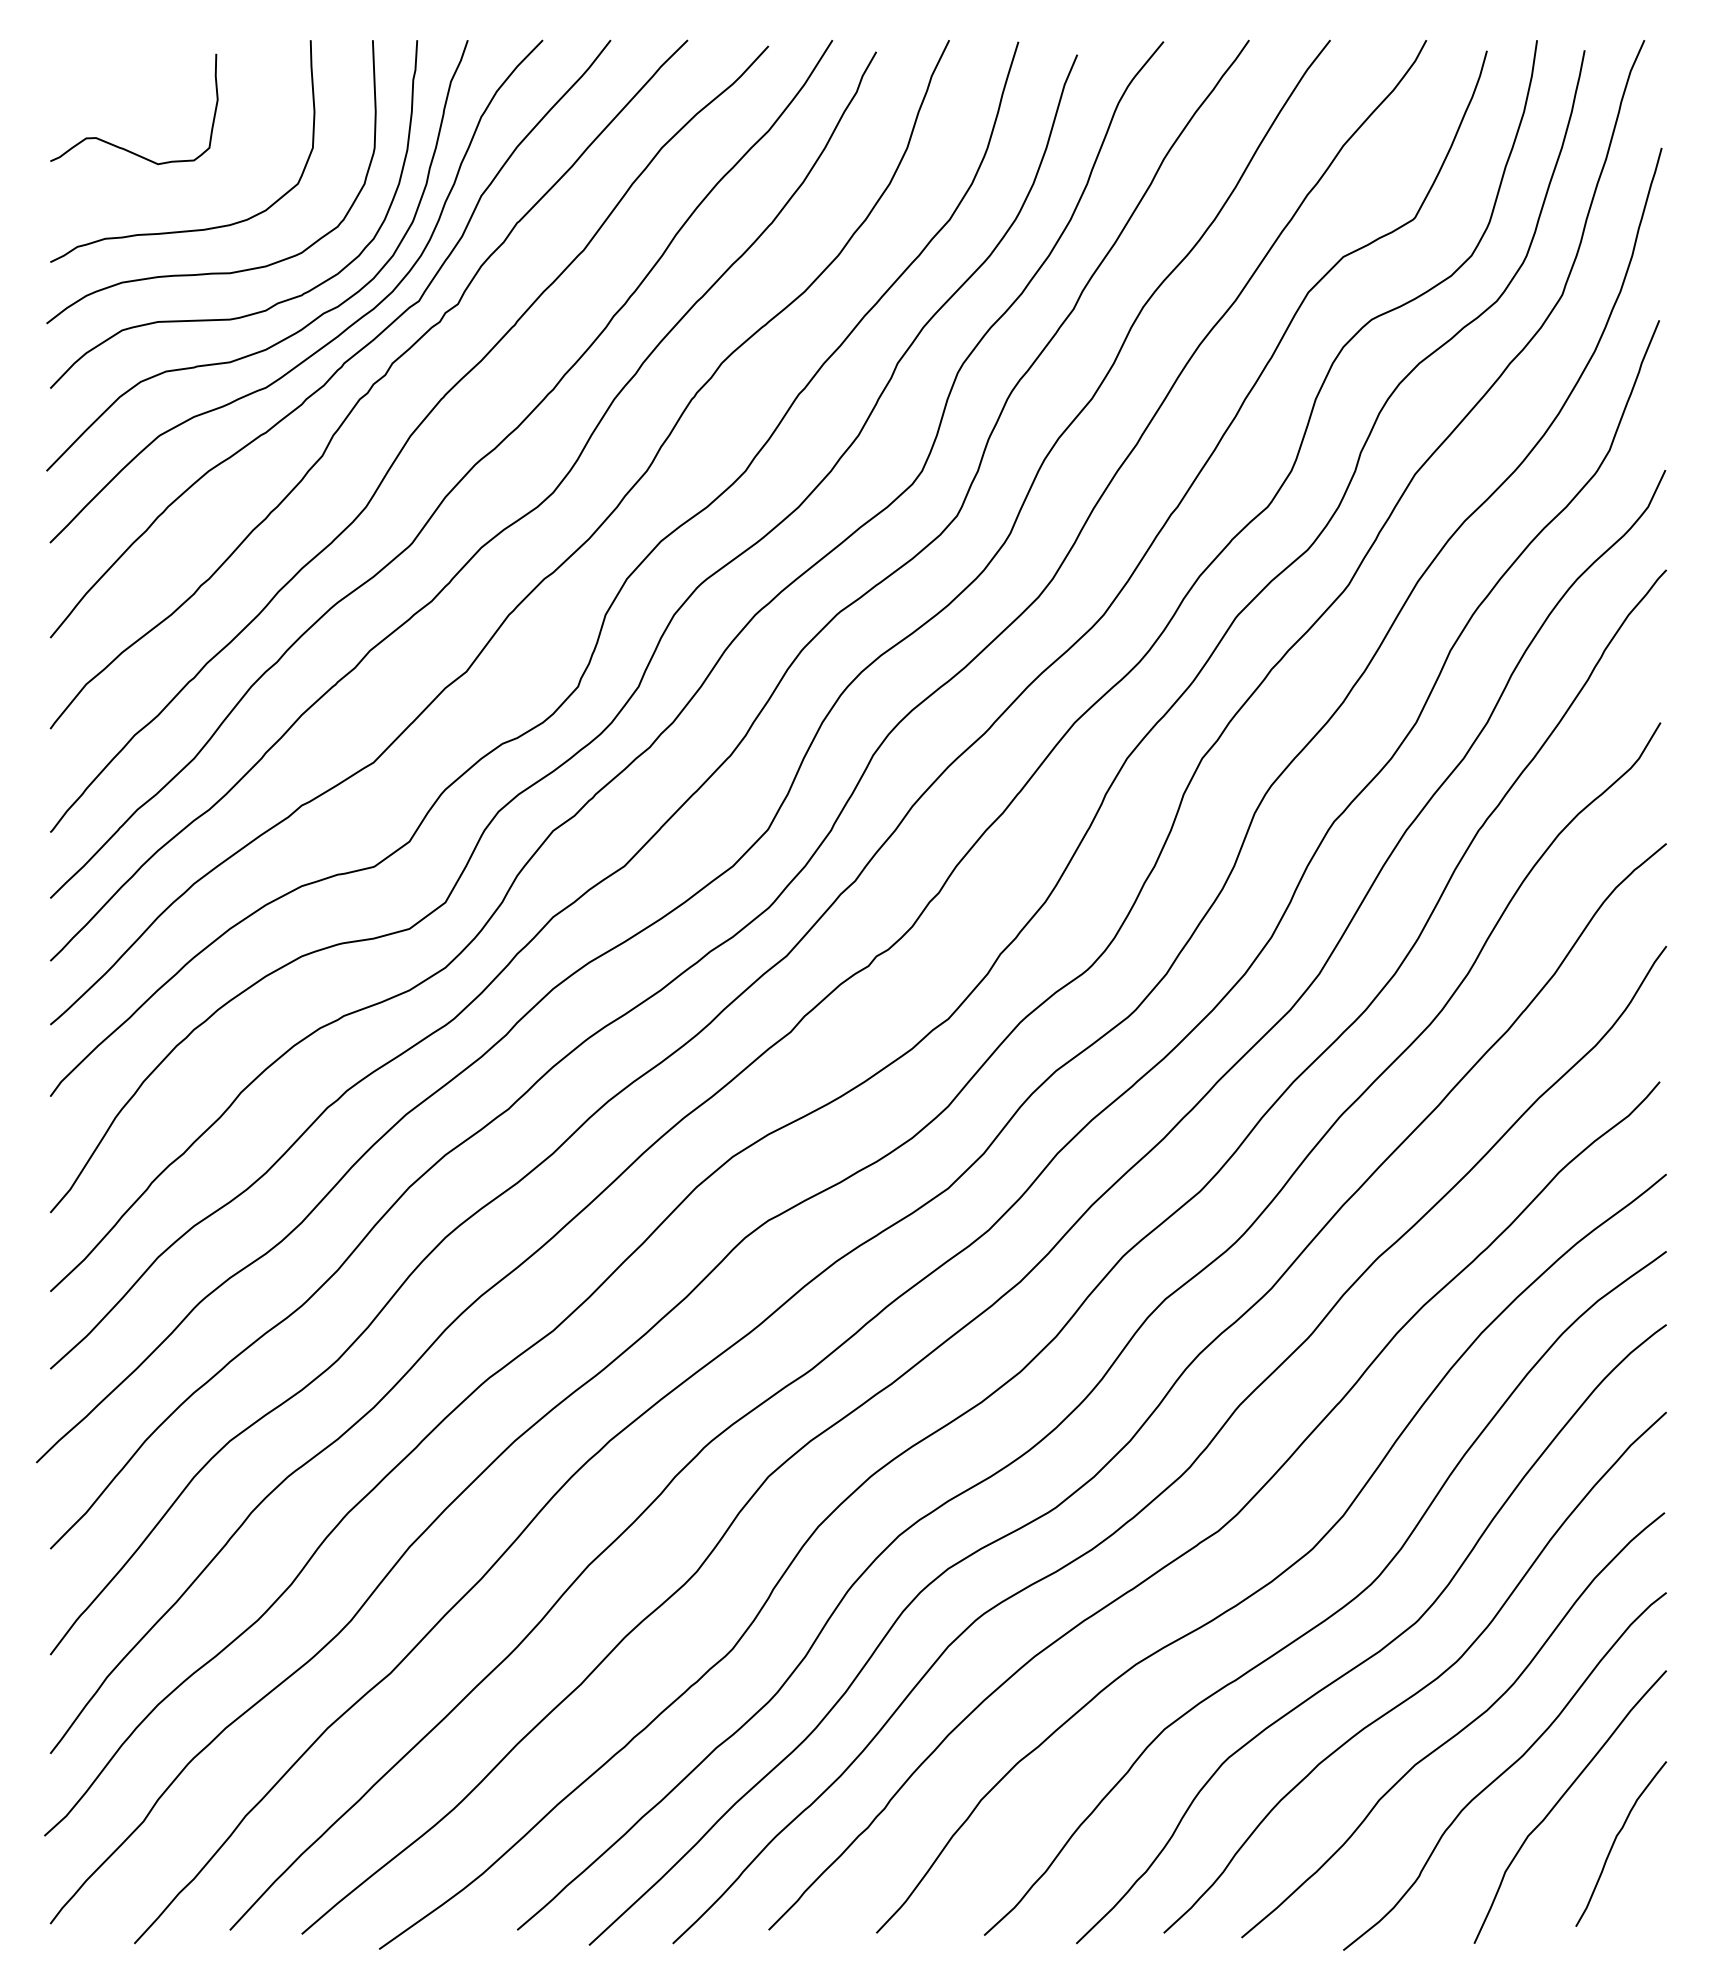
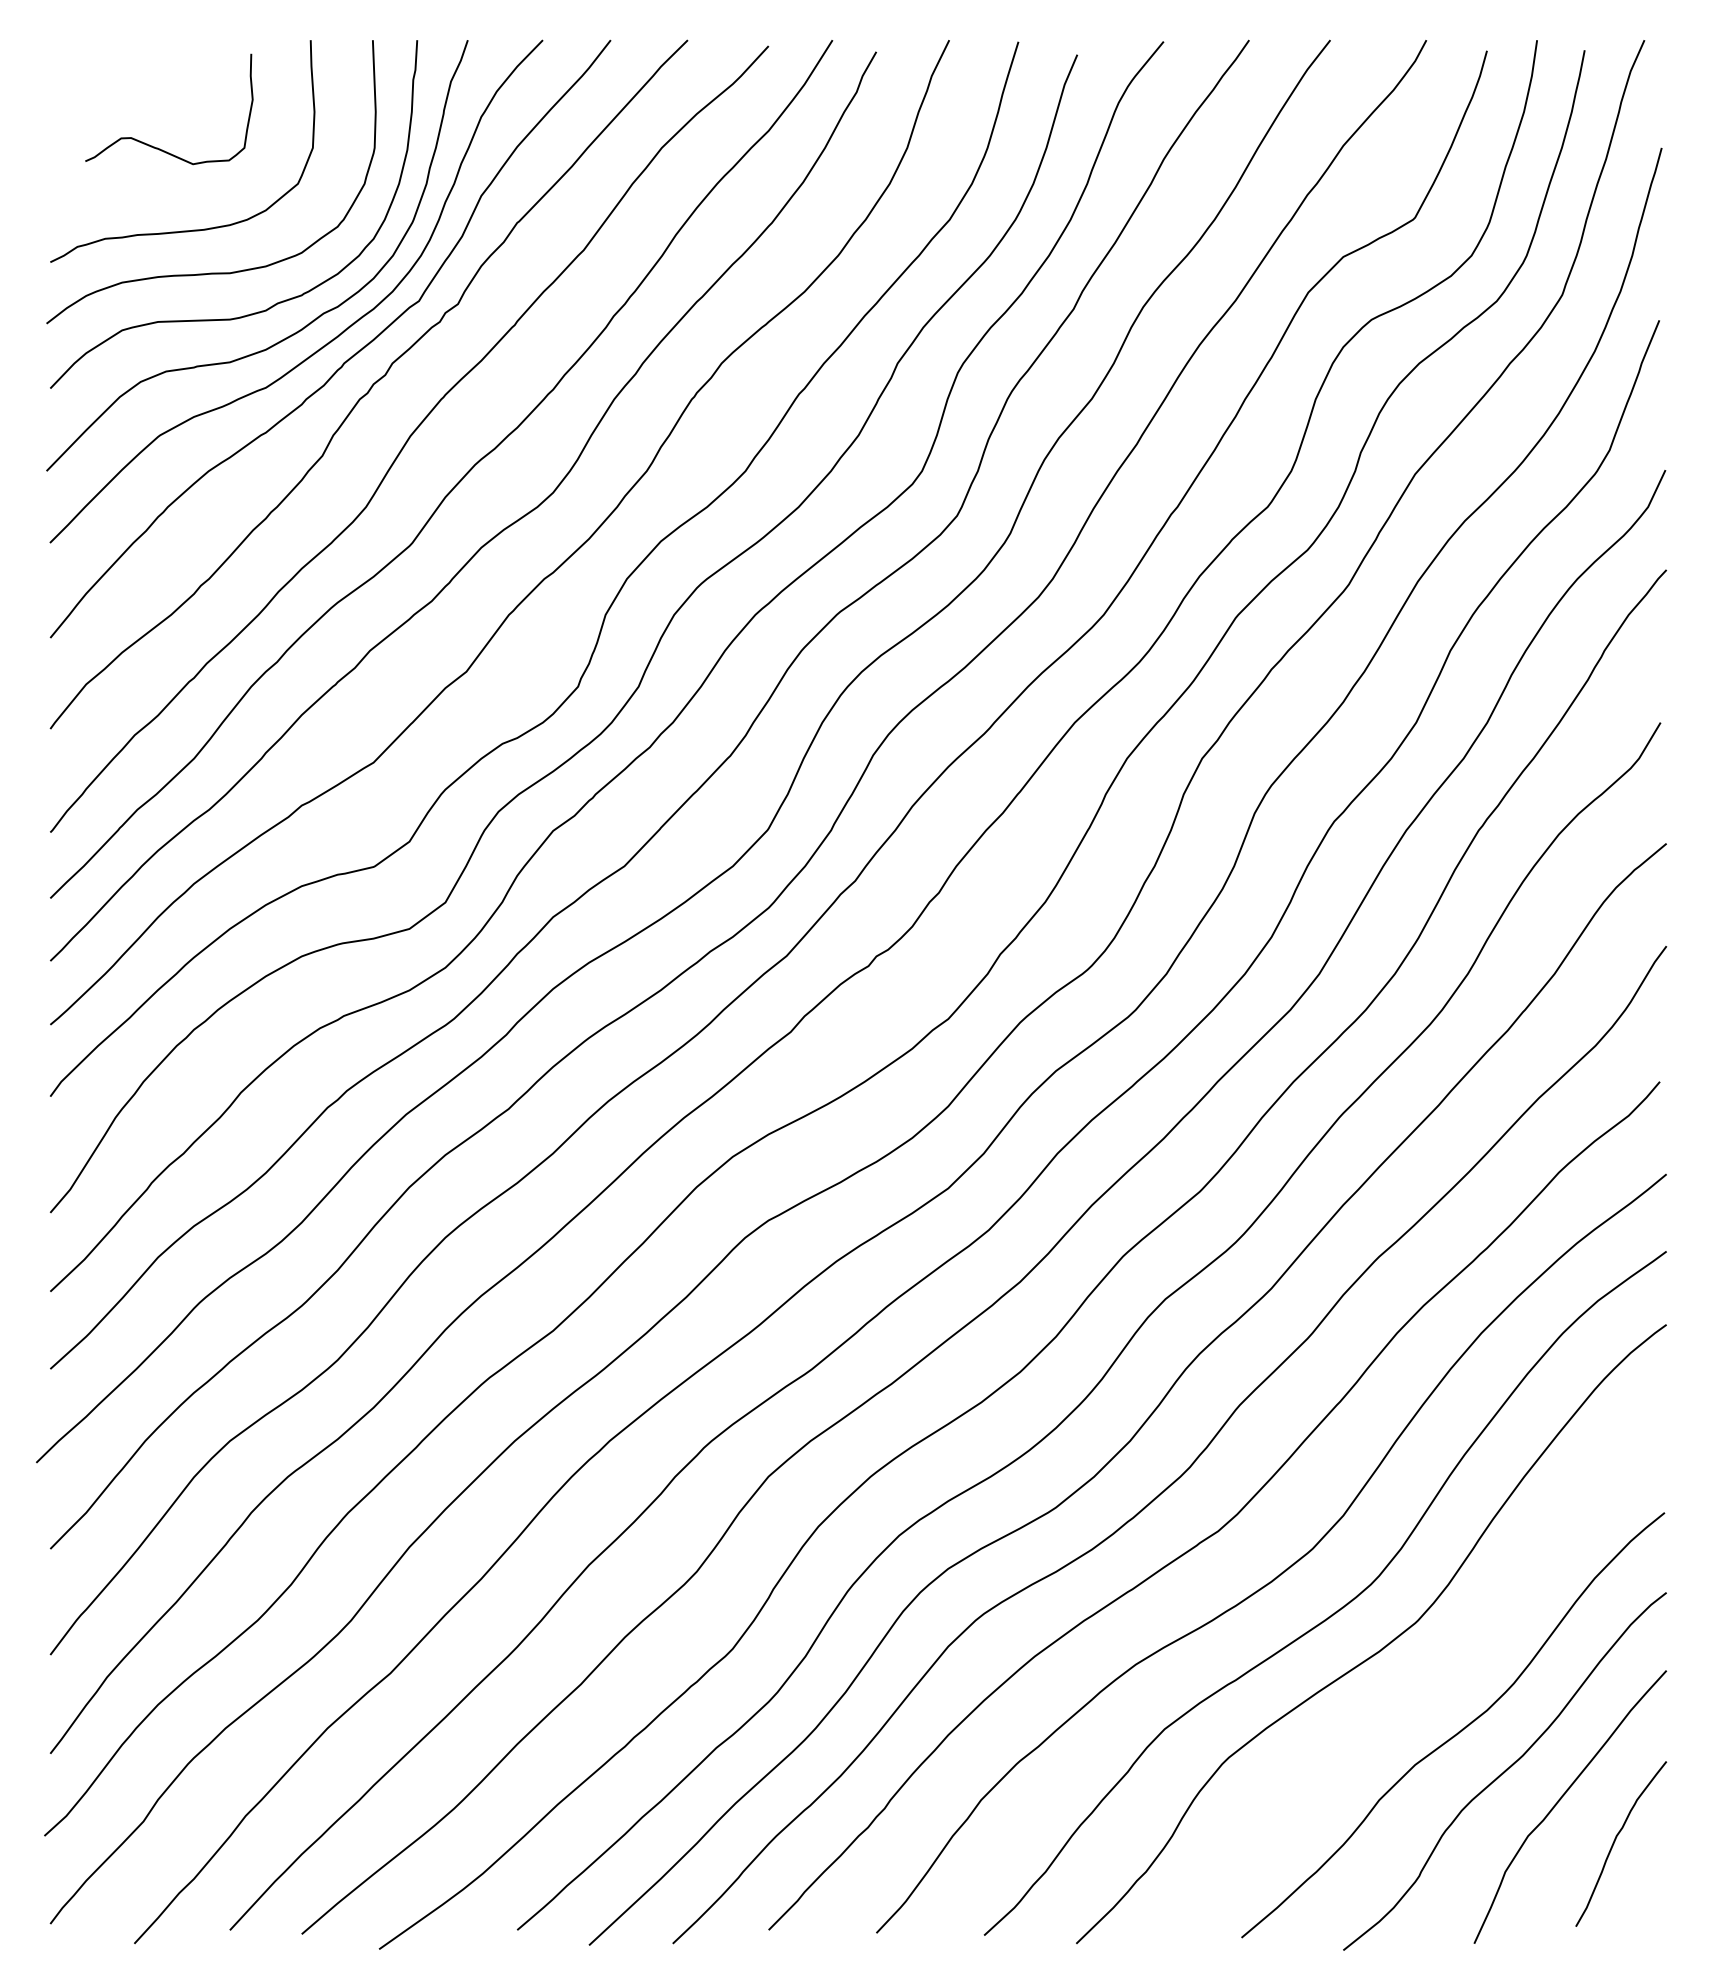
curve at (117, 145) position: (117, 145) -> (152, 145)
curve at (1426, 1684): present -> none
